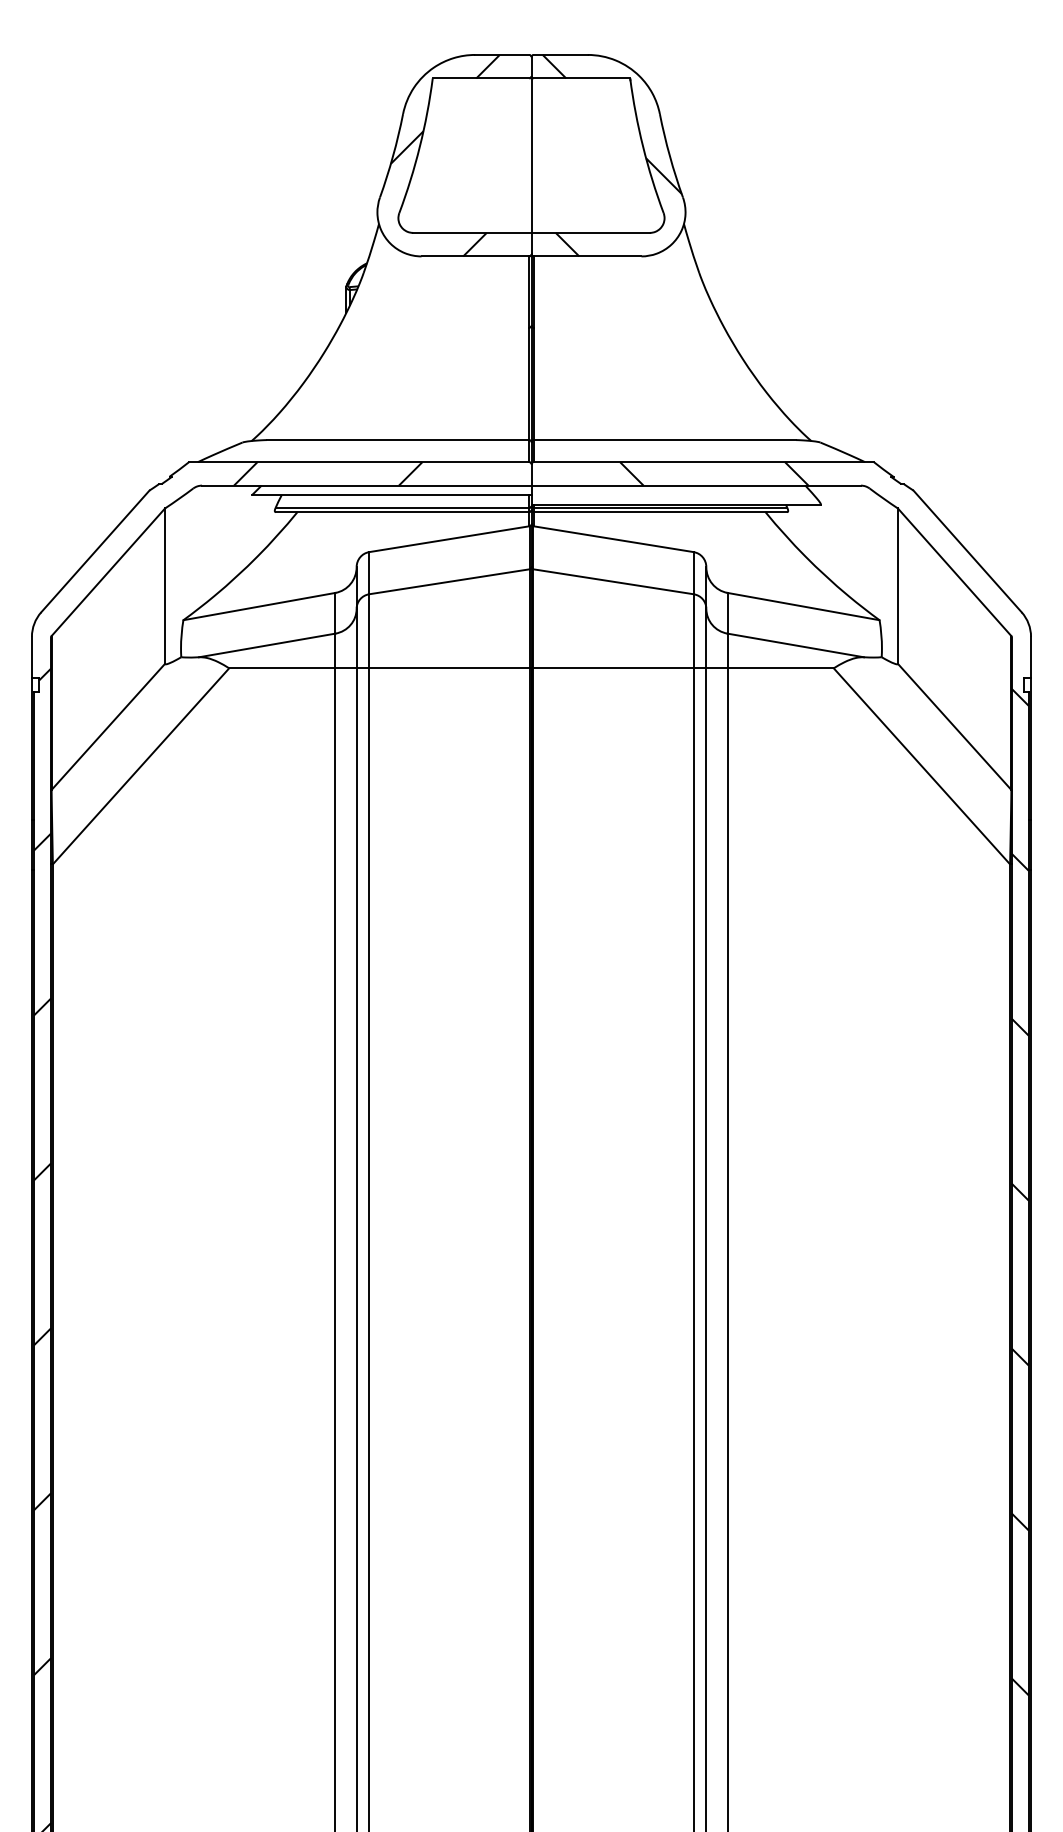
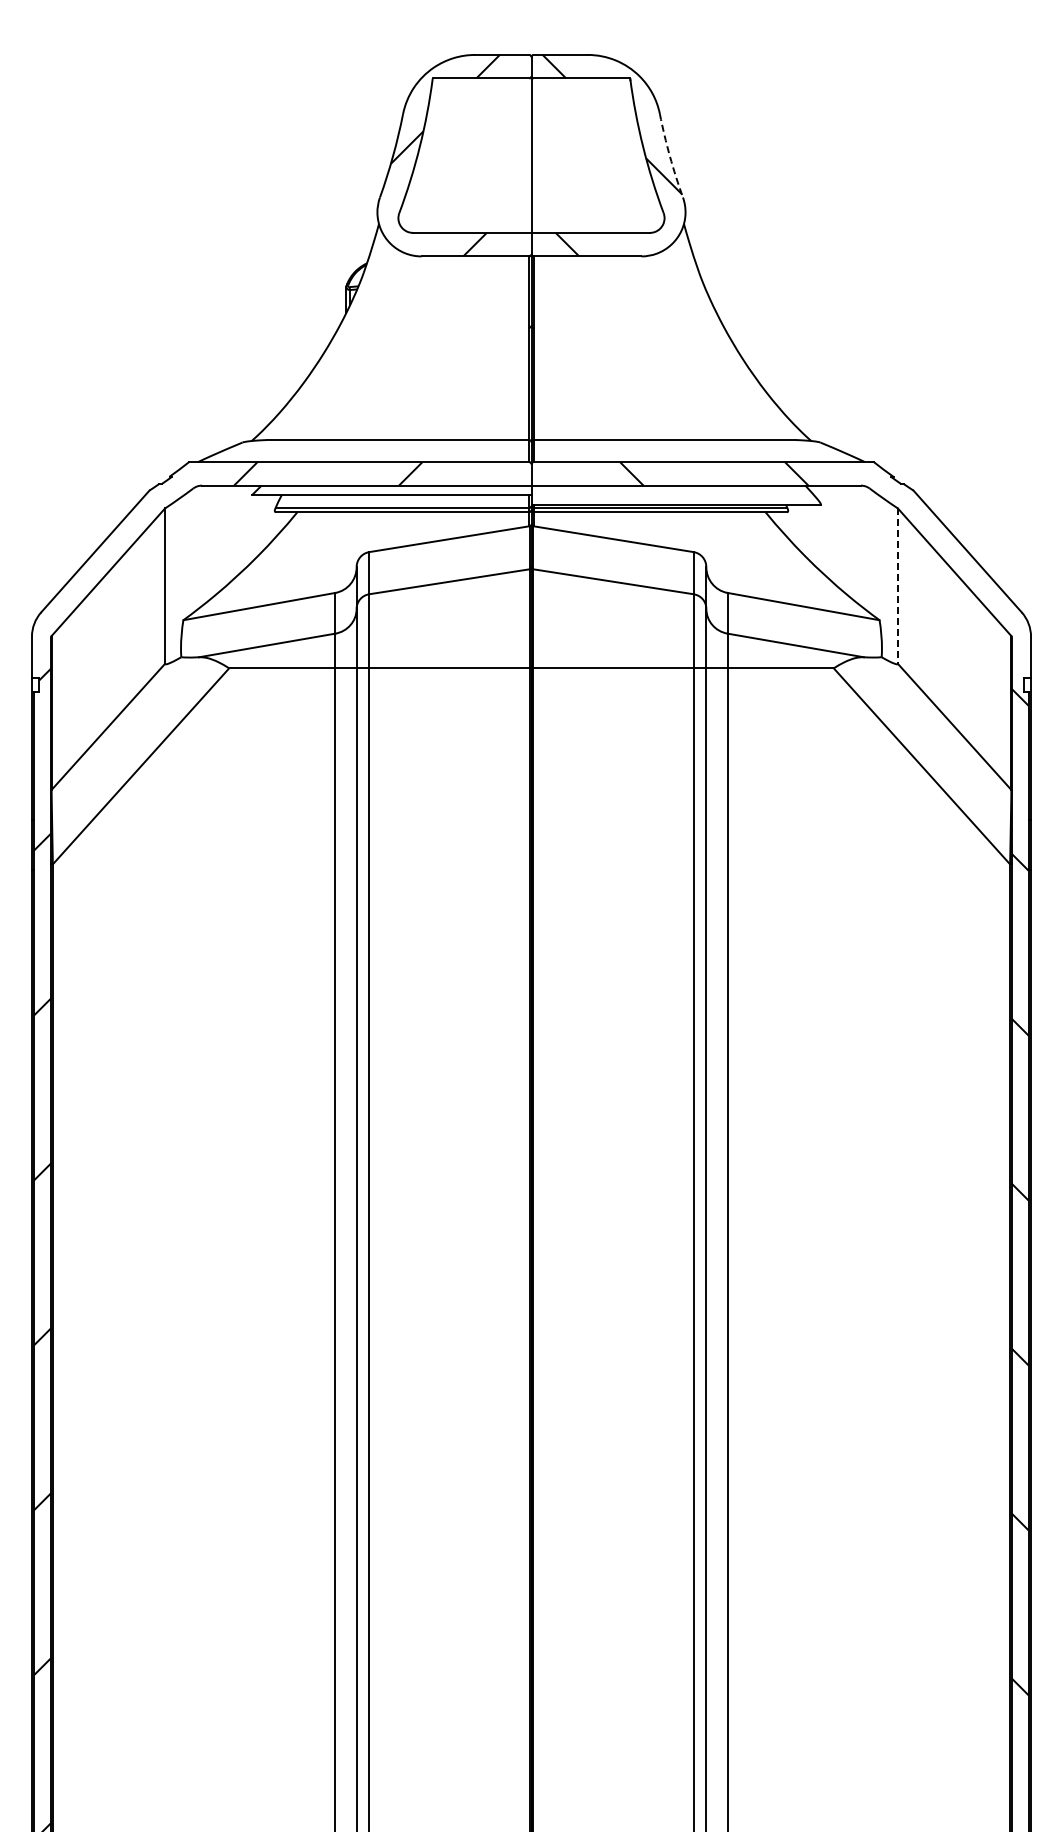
arc at (669, 156): solid -> dashed
line at (897, 586): solid -> dashed
